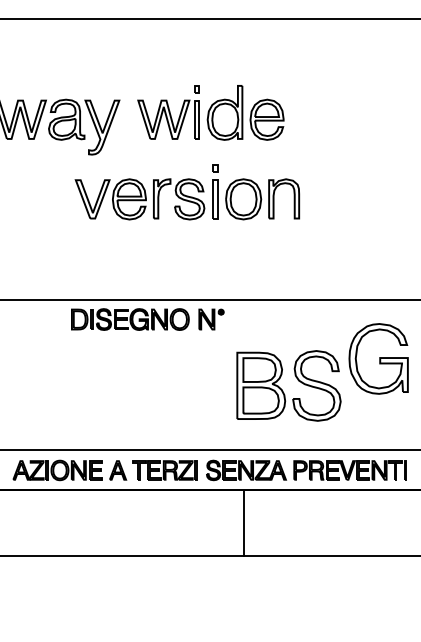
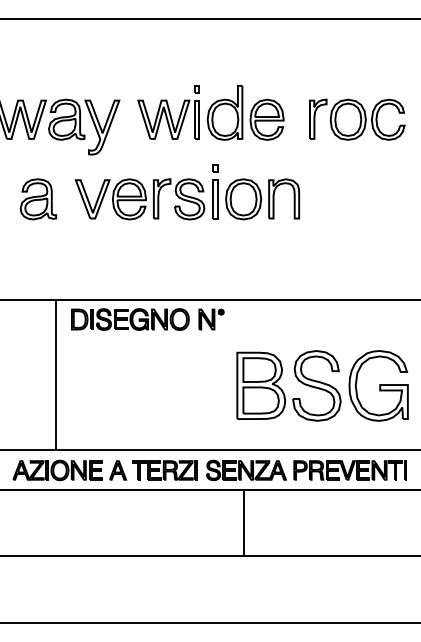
part at (357, 119): none -> present
part at (38, 199): none -> present
part at (378, 358) position: (378, 358) -> (378, 385)
line at (56, 375): none -> present
line at (209, 622): none -> present
